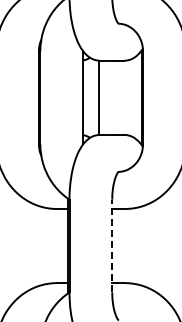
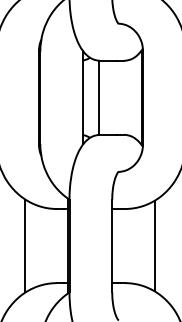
line at (25, 245): none -> present
line at (112, 245): dashed -> solid
line at (154, 245): none -> present
